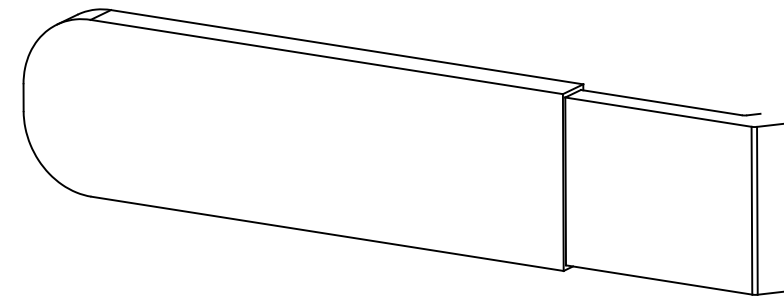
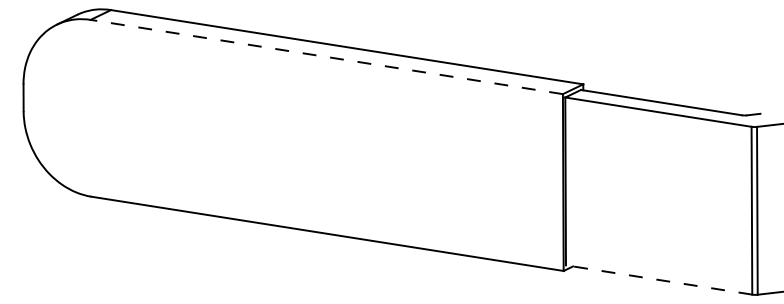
line at (326, 56): solid -> dashed
line at (658, 279): solid -> dashed
